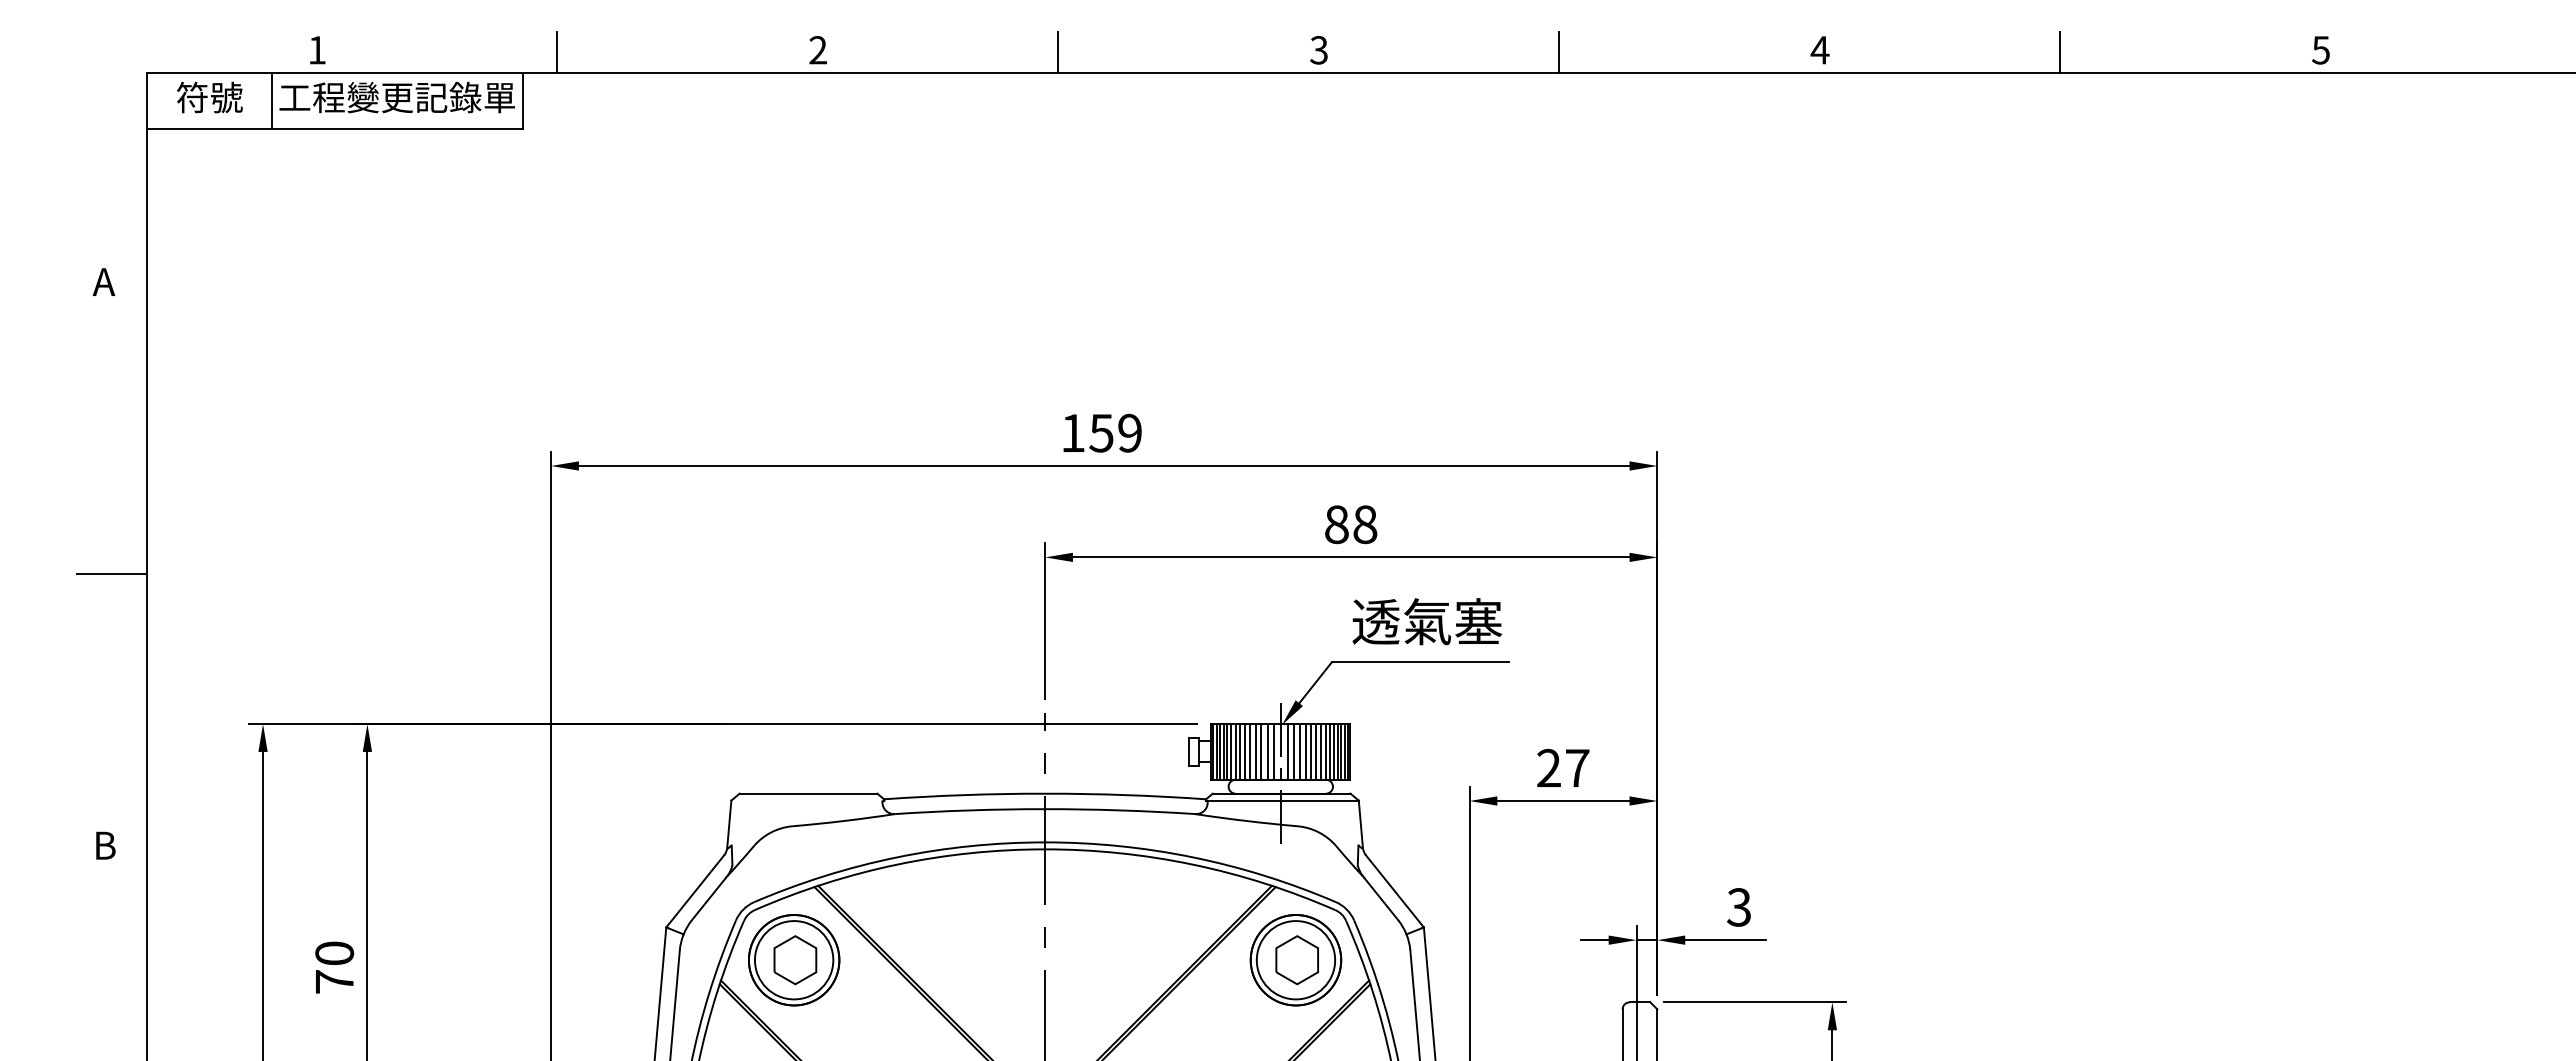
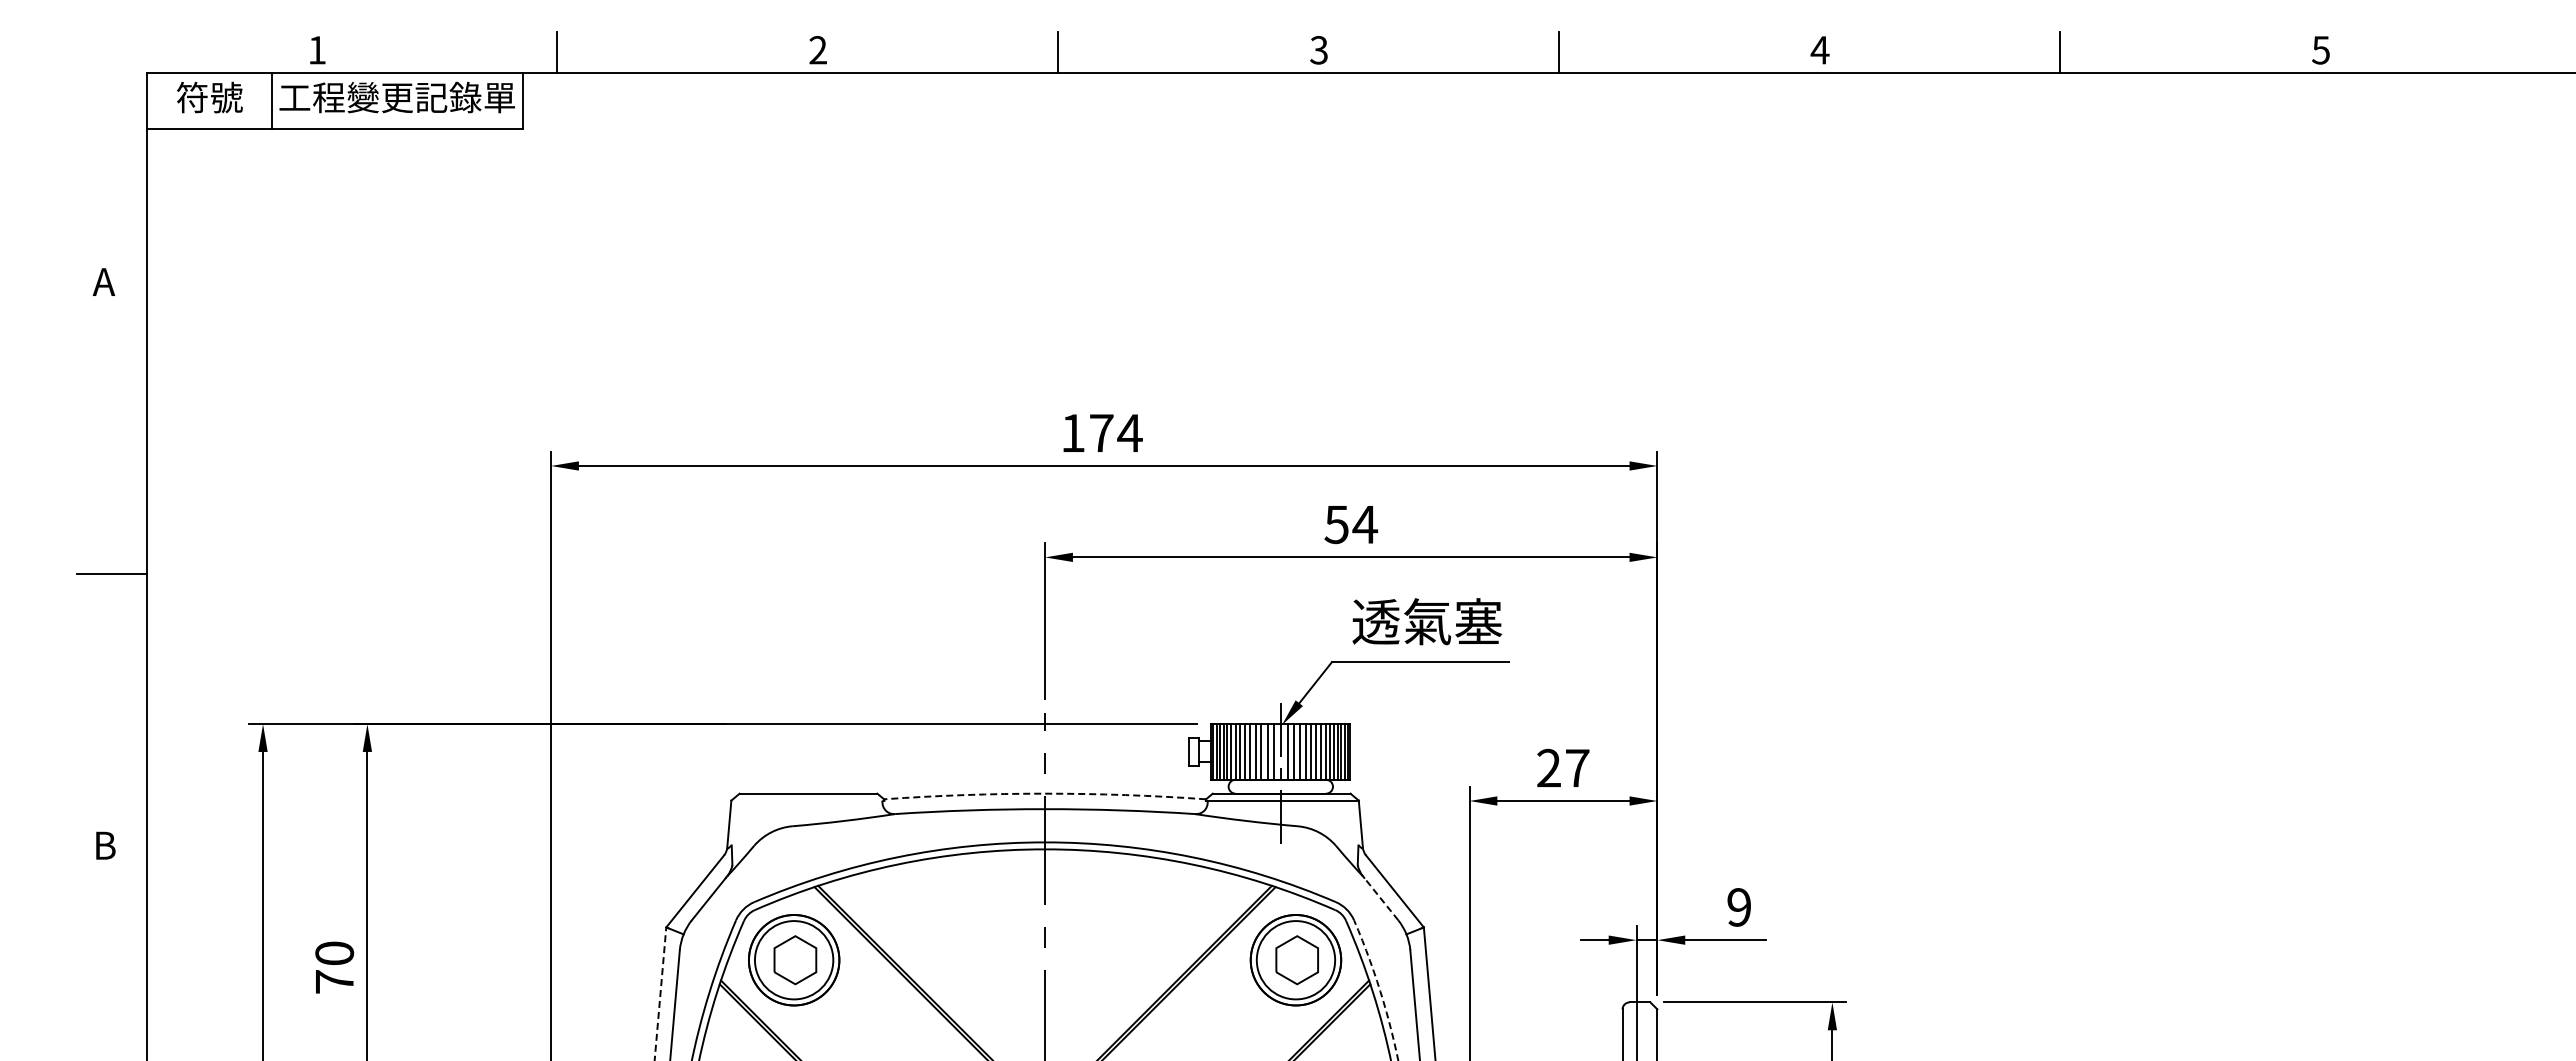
text at (1115, 432): 159 -> 174
text at (1351, 524): 88 -> 54
arc at (1045, 793): solid -> dashed
line at (1380, 898): solid -> dashed
text at (1738, 907): 3 -> 9
arc at (1379, 989): solid -> dashed
line at (660, 994): solid -> dashed
